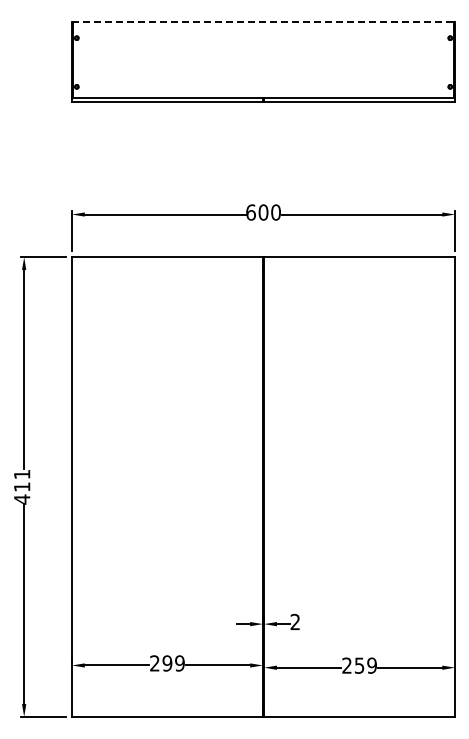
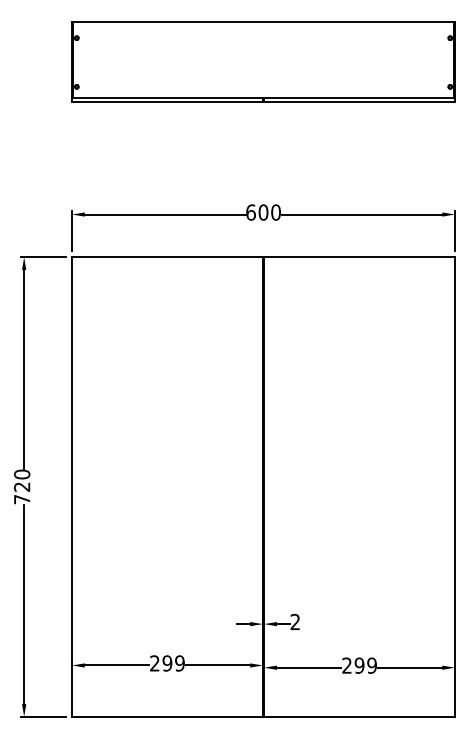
line at (263, 22): dashed -> solid
text at (22, 486): 411 -> 720
text at (359, 665): 259 -> 299
